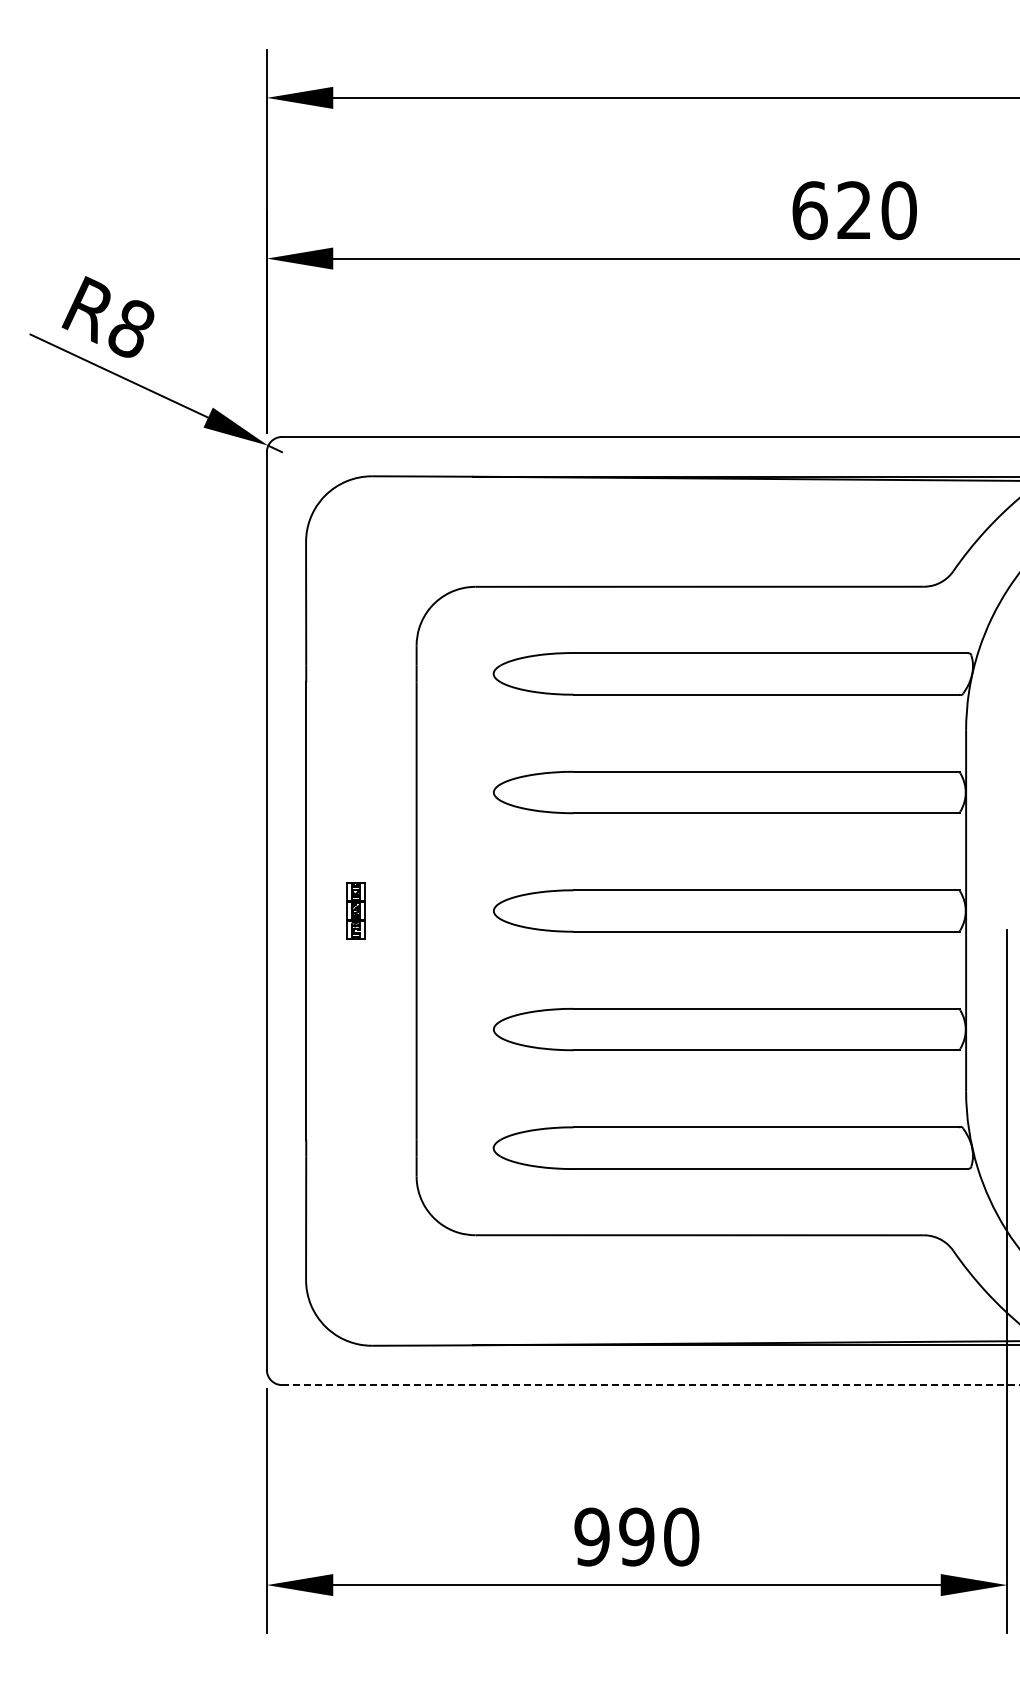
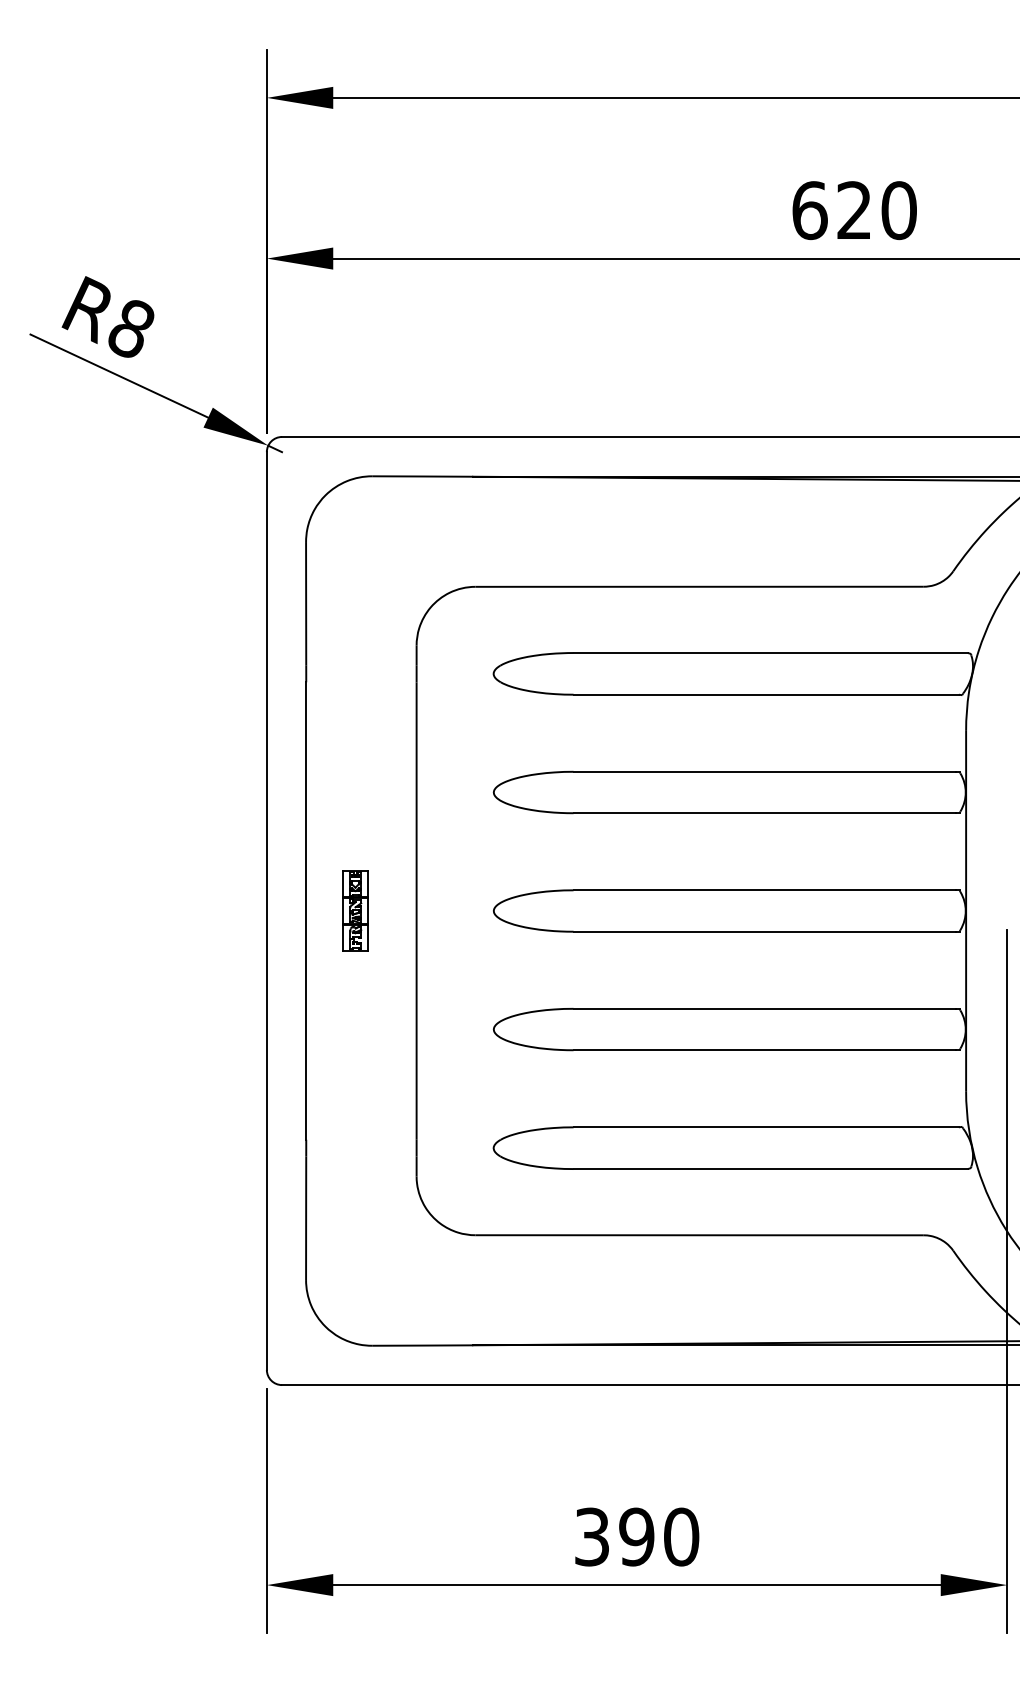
part at (355, 910) size: 20x58 px -> 27x82 px
line at (650, 1385): dashed -> solid
text at (591, 1536): 990 -> 390
